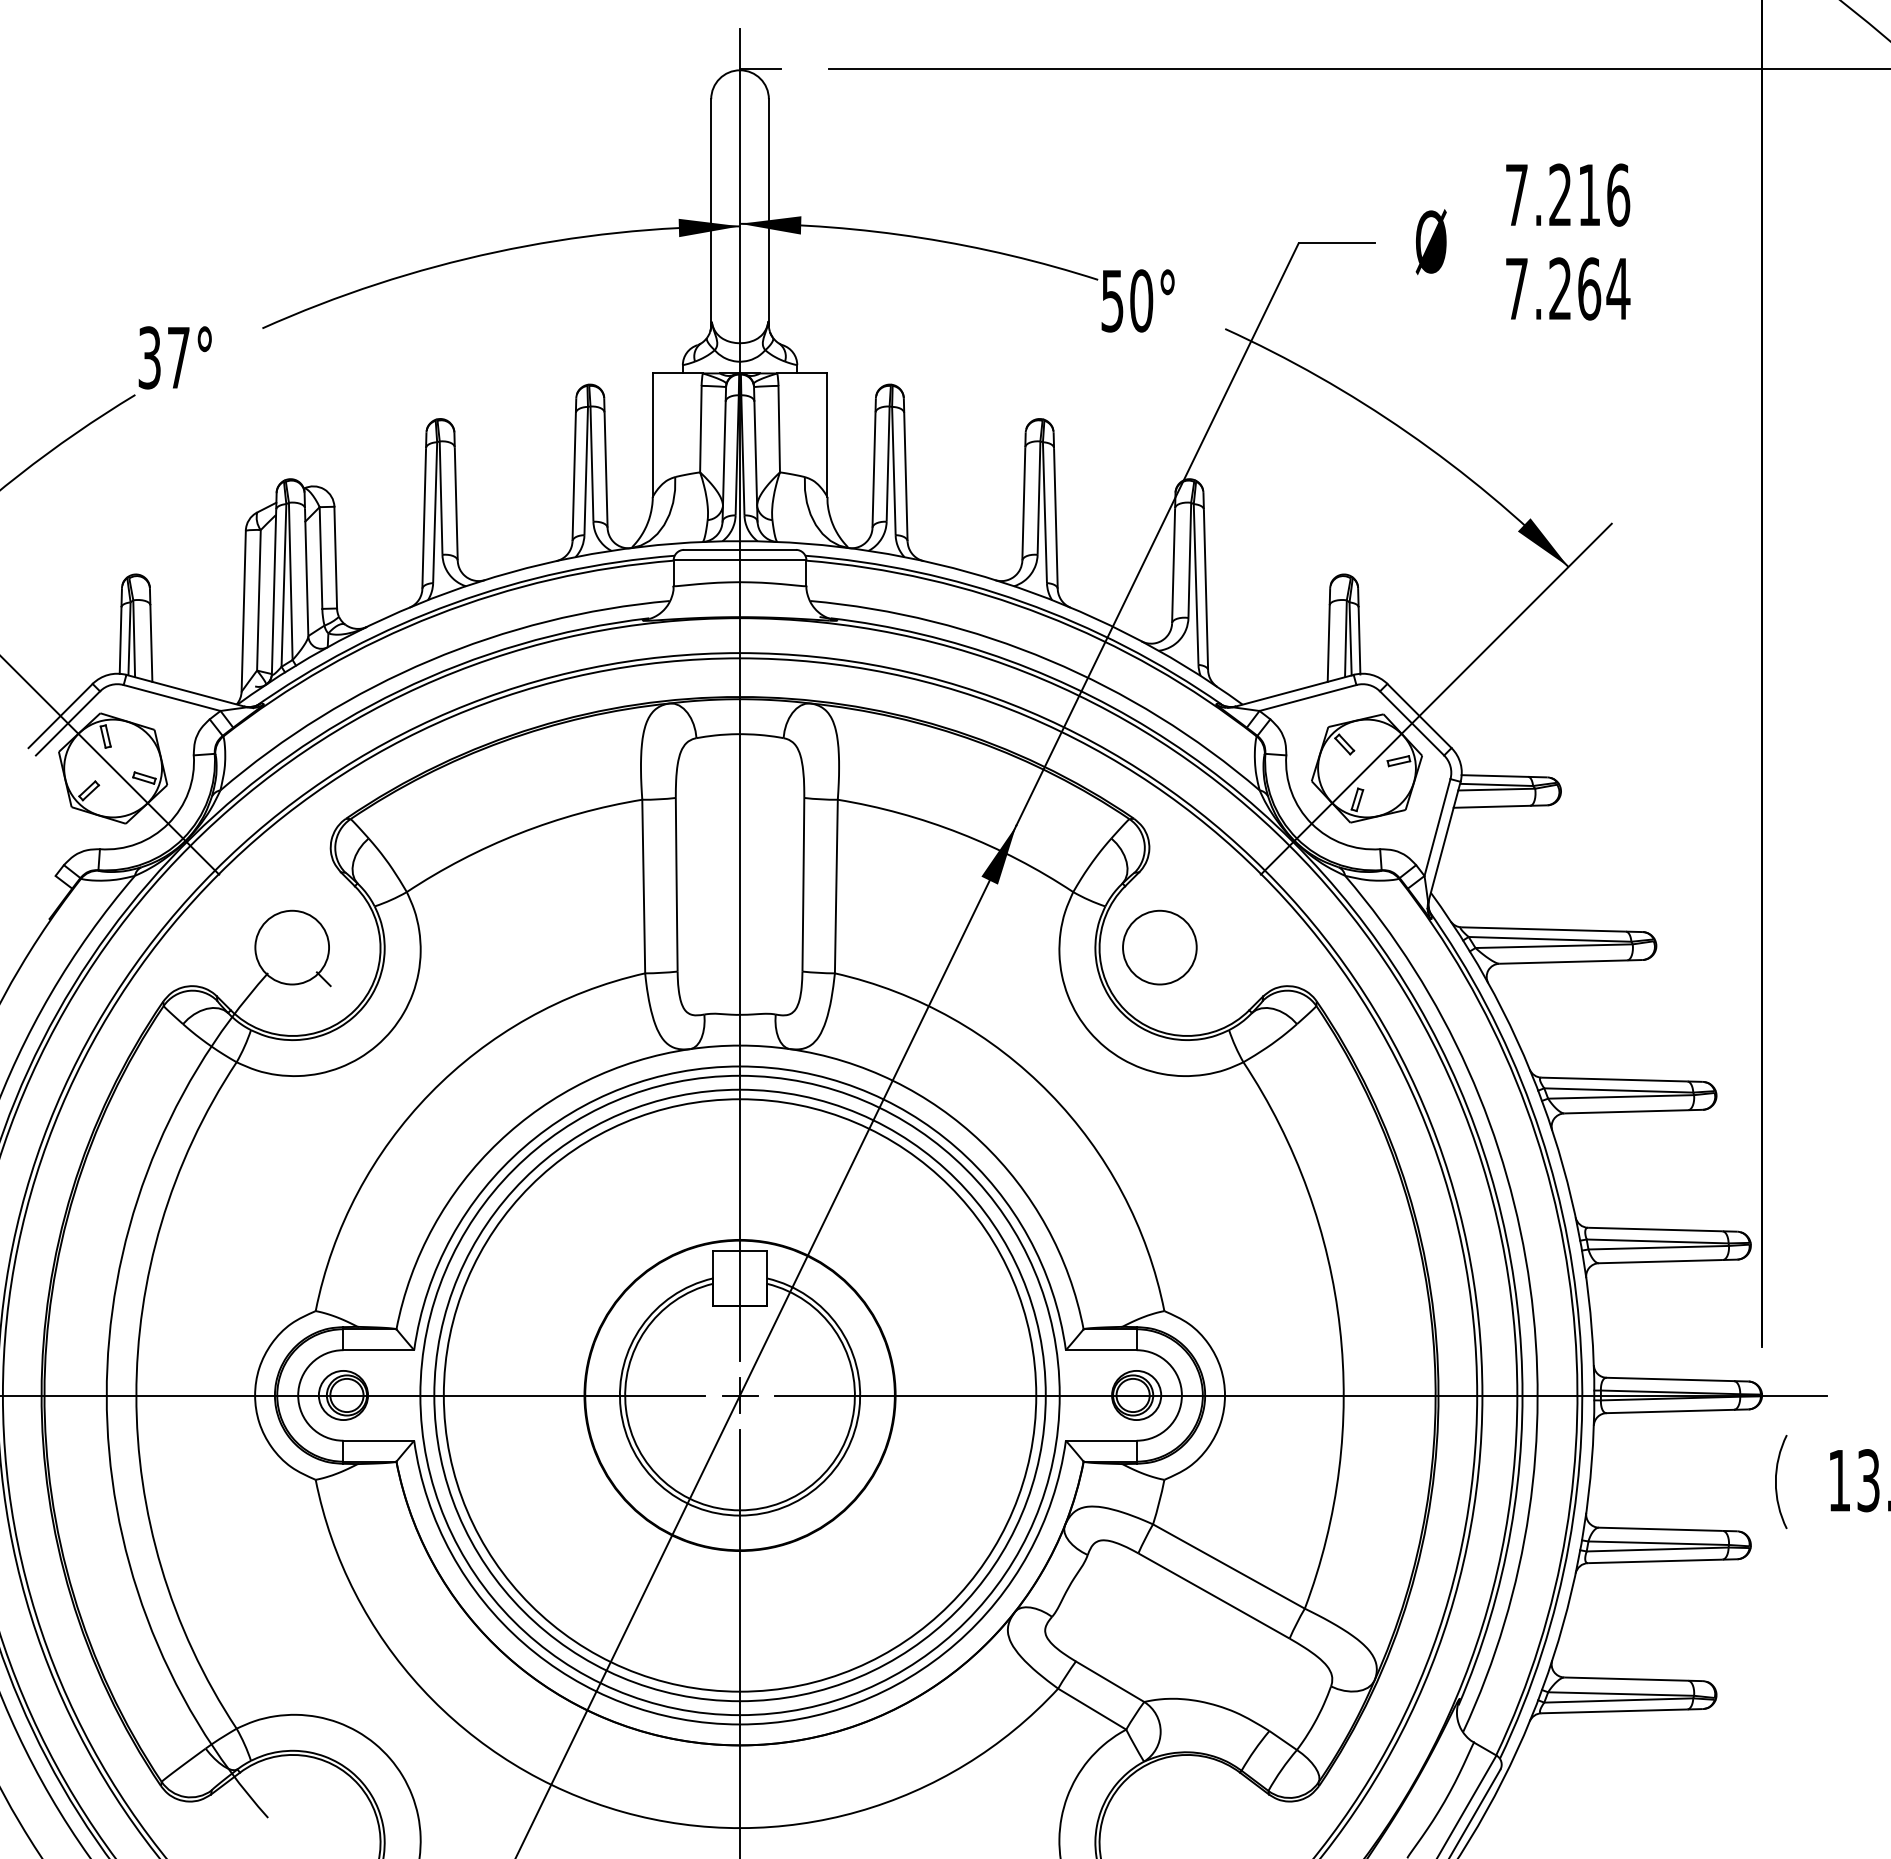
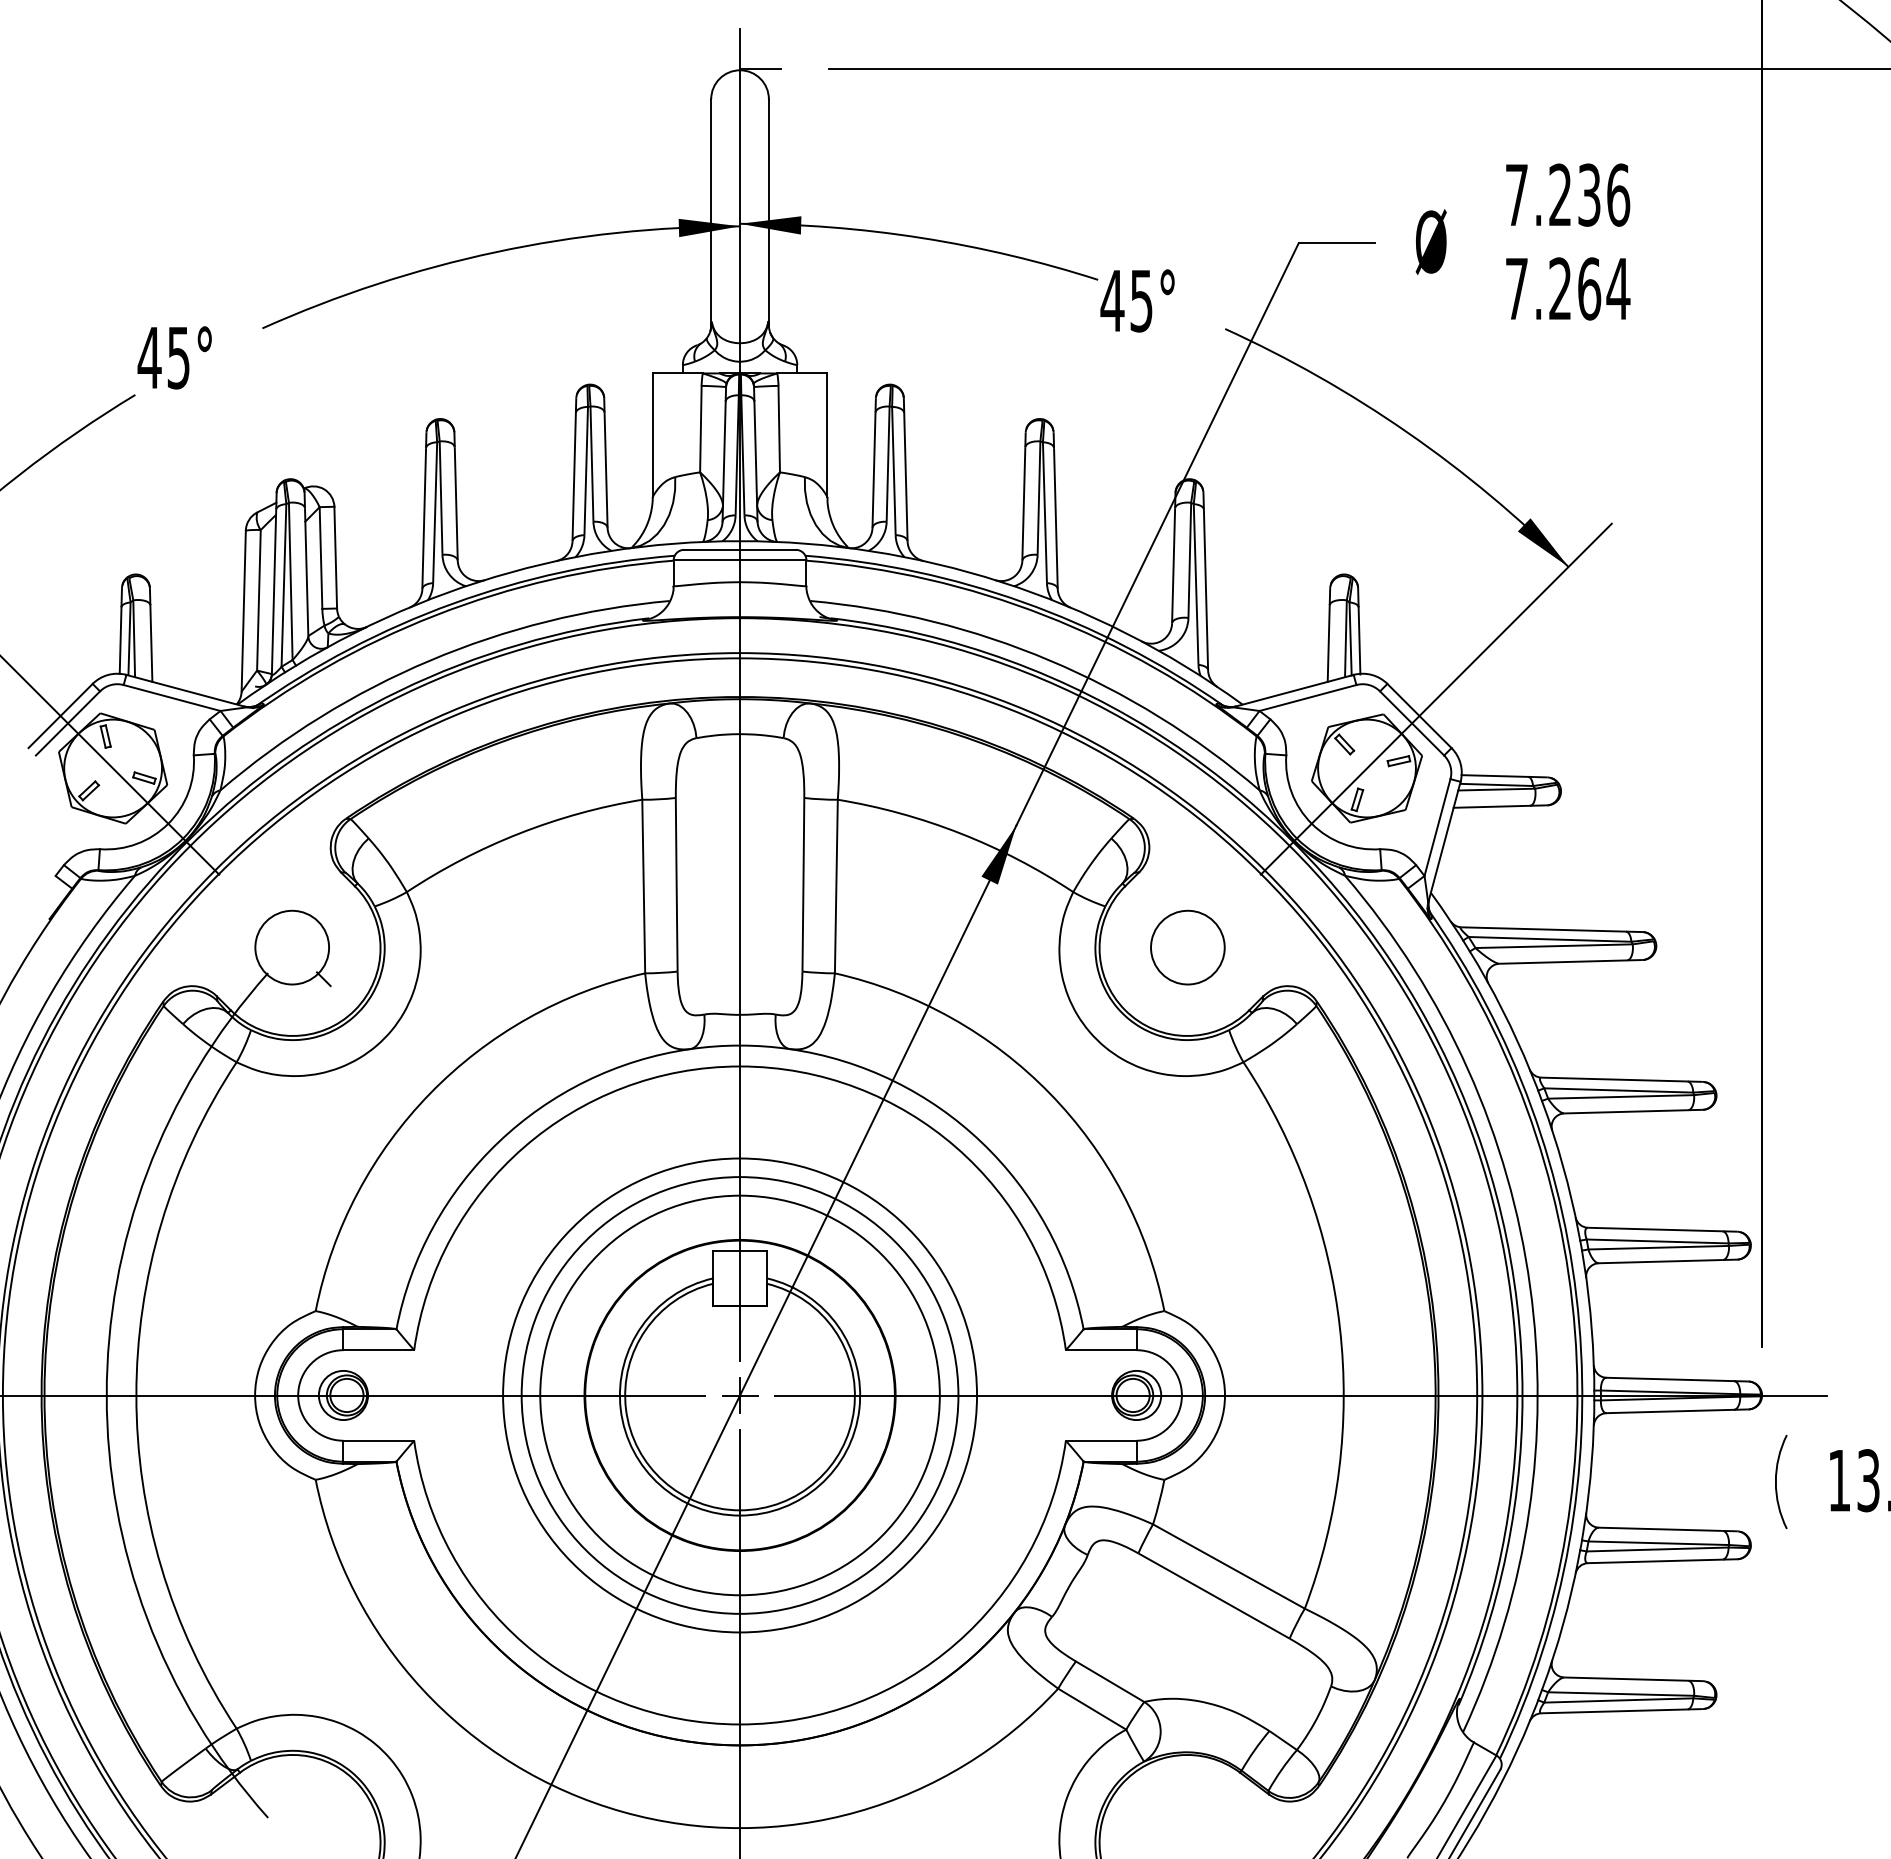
text at (1589, 194): 7.216 -> 7.236
text at (1126, 300): 50° -> 45°
text at (163, 357): 37° -> 45°
circle at (1159, 947) position: (1159, 947) -> (1187, 947)
circle at (739, 1395) diameter: 592 px -> 474 px
circle at (739, 1395) diameter: 611 px -> 437 px
circle at (739, 1395) diameter: 639 px -> 400 px
